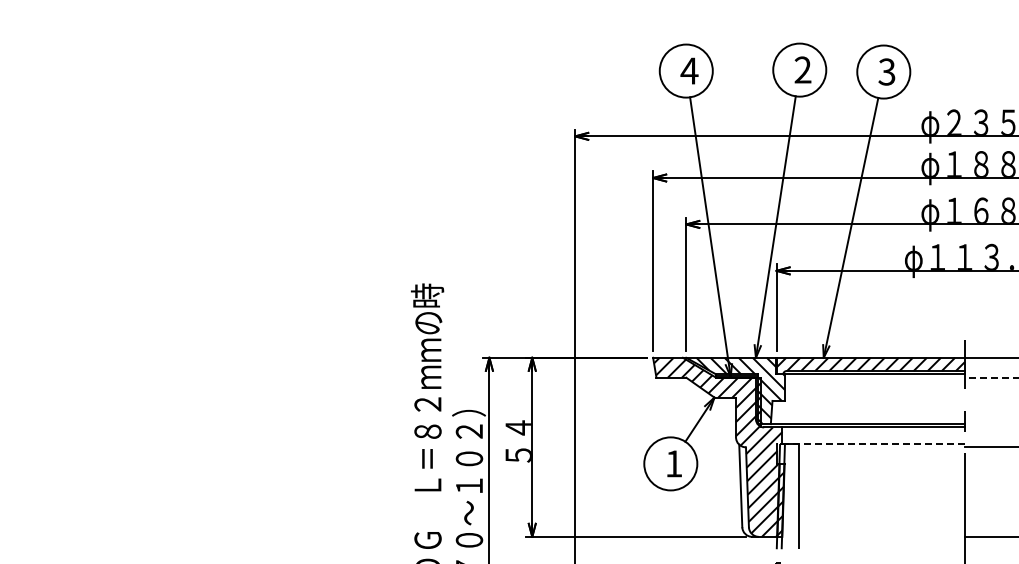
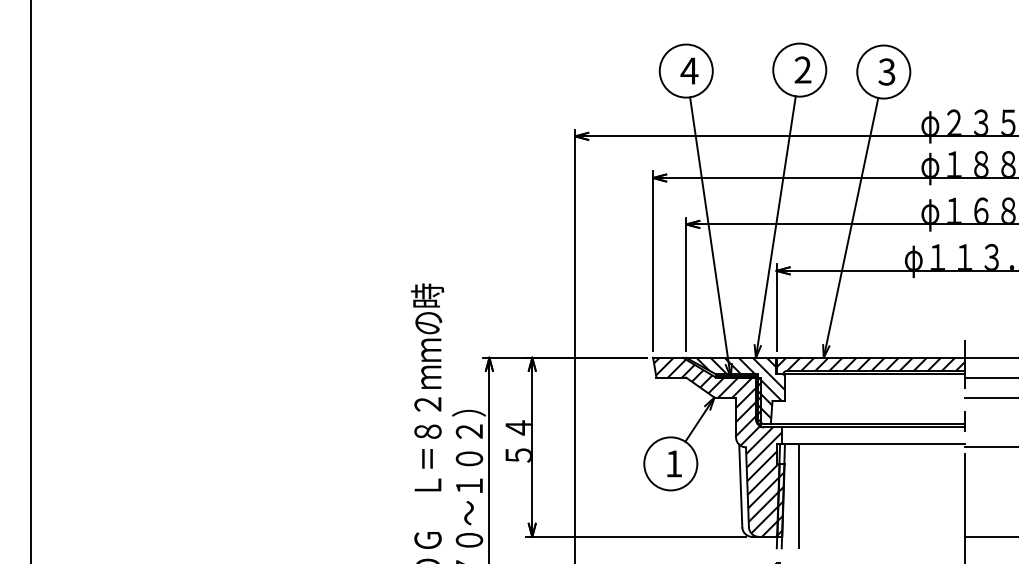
line at (30, 281): none -> present
line at (991, 377): dashed -> solid
line at (989, 397): none -> present
line at (871, 444): dashed -> solid
